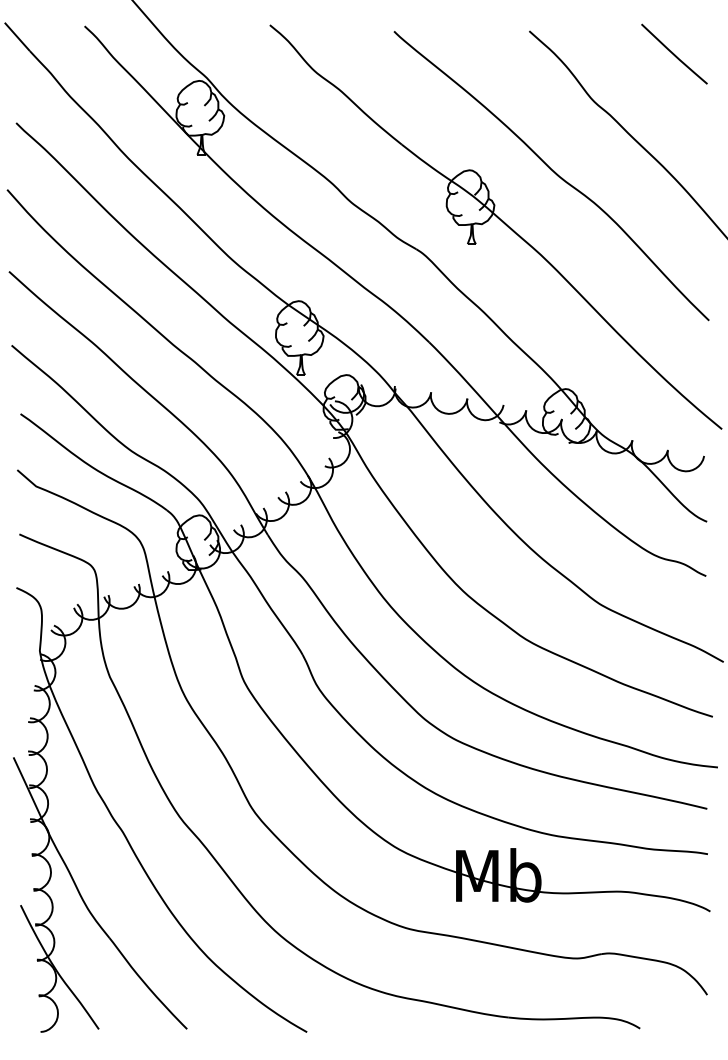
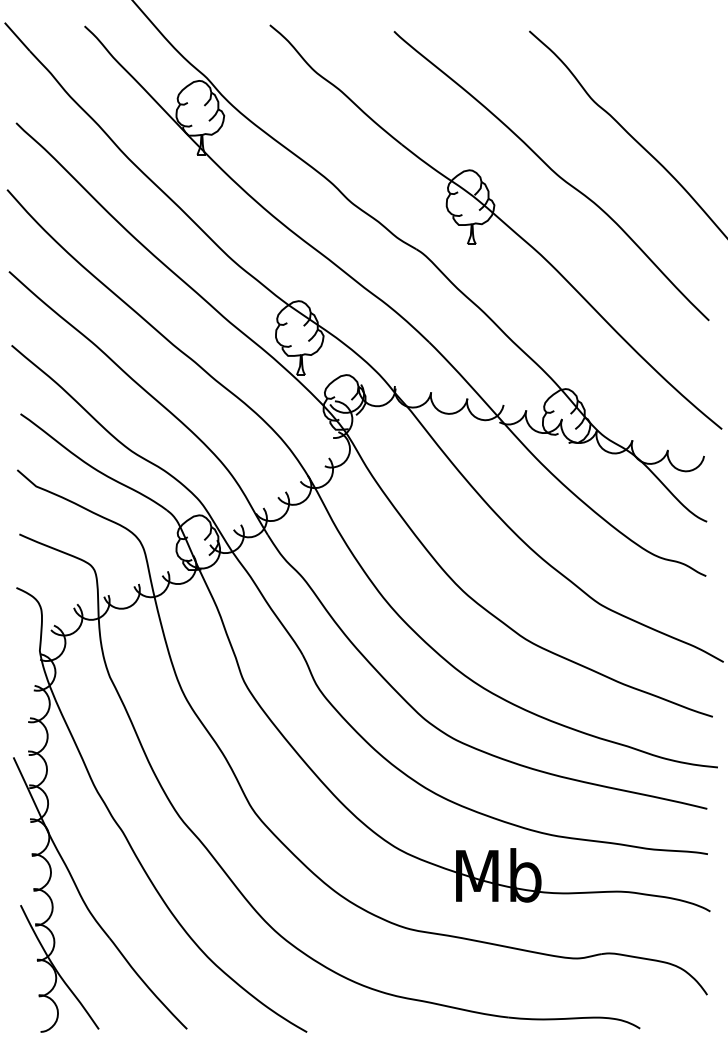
line at (674, 53): present -> none
